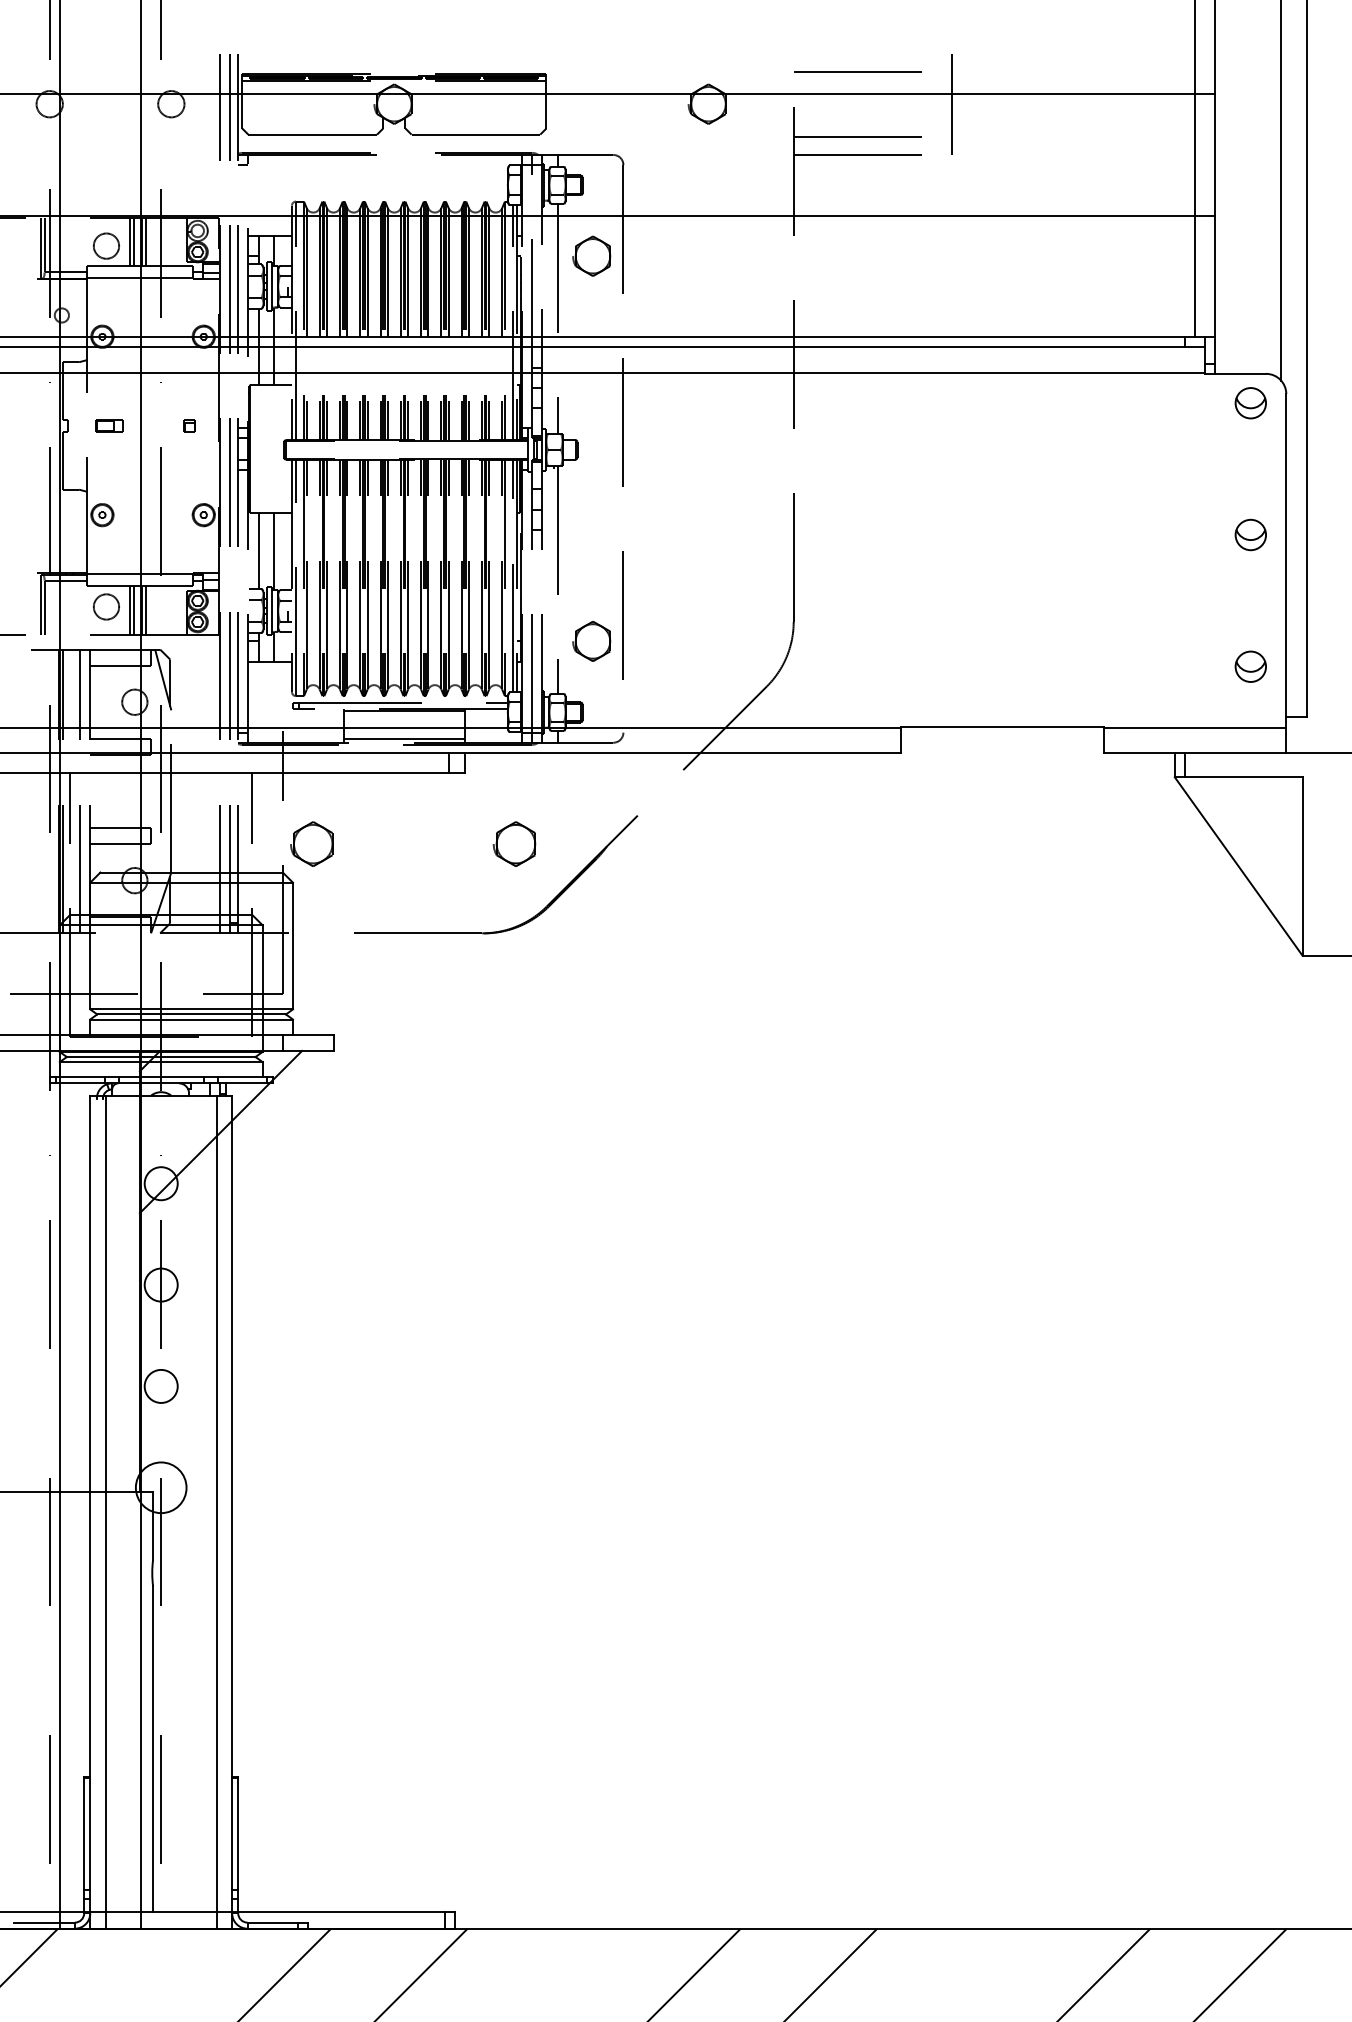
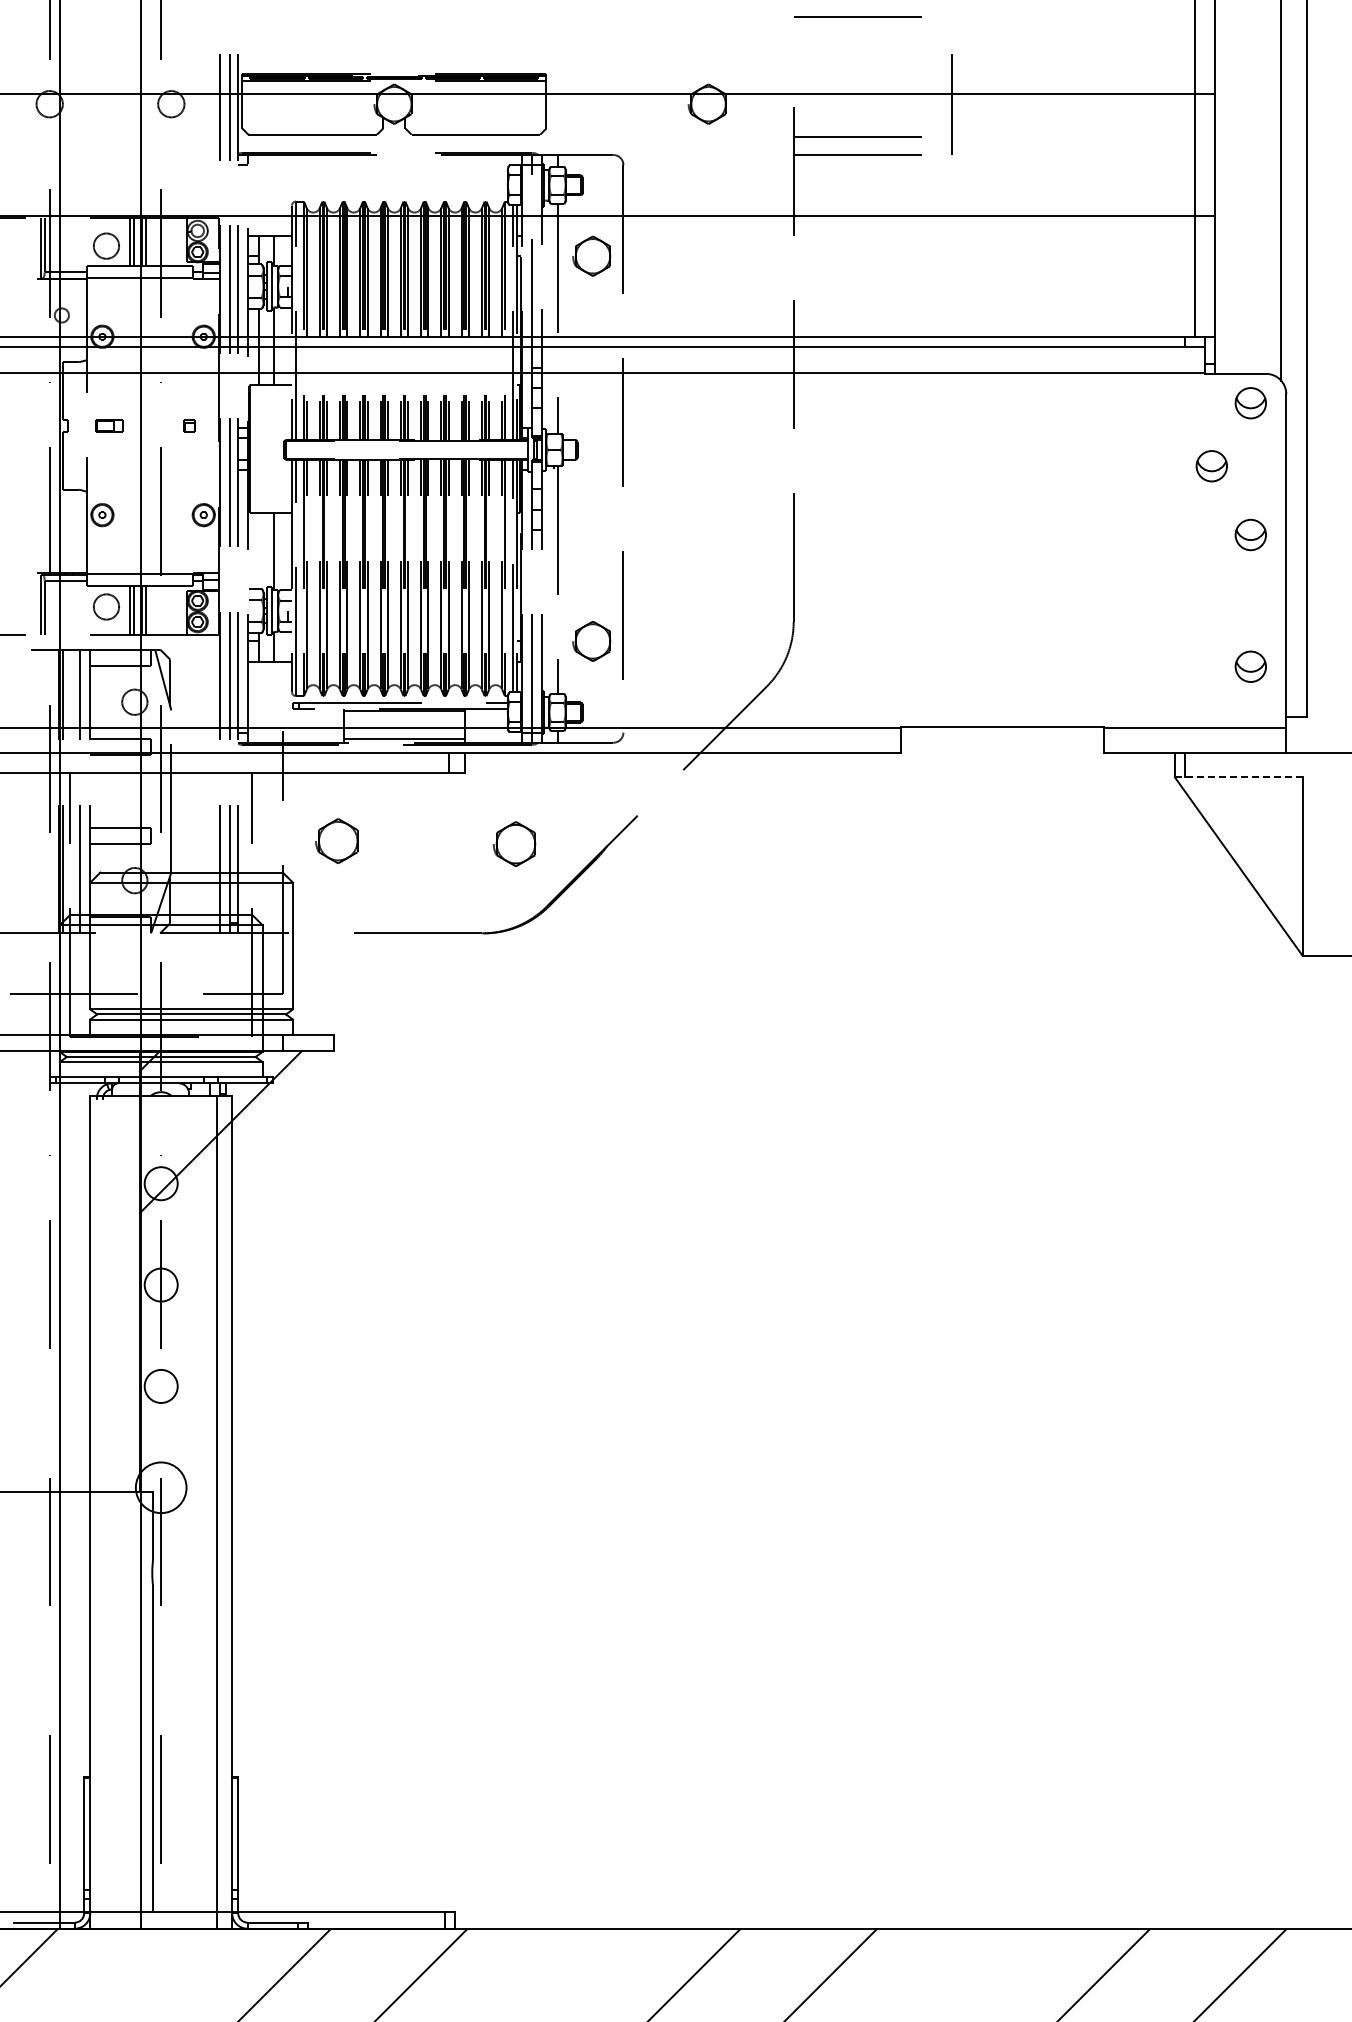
line at (857, 71) position: (857, 71) -> (857, 16)
part at (1211, 466): none -> present
line at (258, 550): present -> none
line at (1238, 777): solid -> dashed
part at (311, 843) position: (311, 843) -> (336, 840)
line at (105, 1511): present -> none
